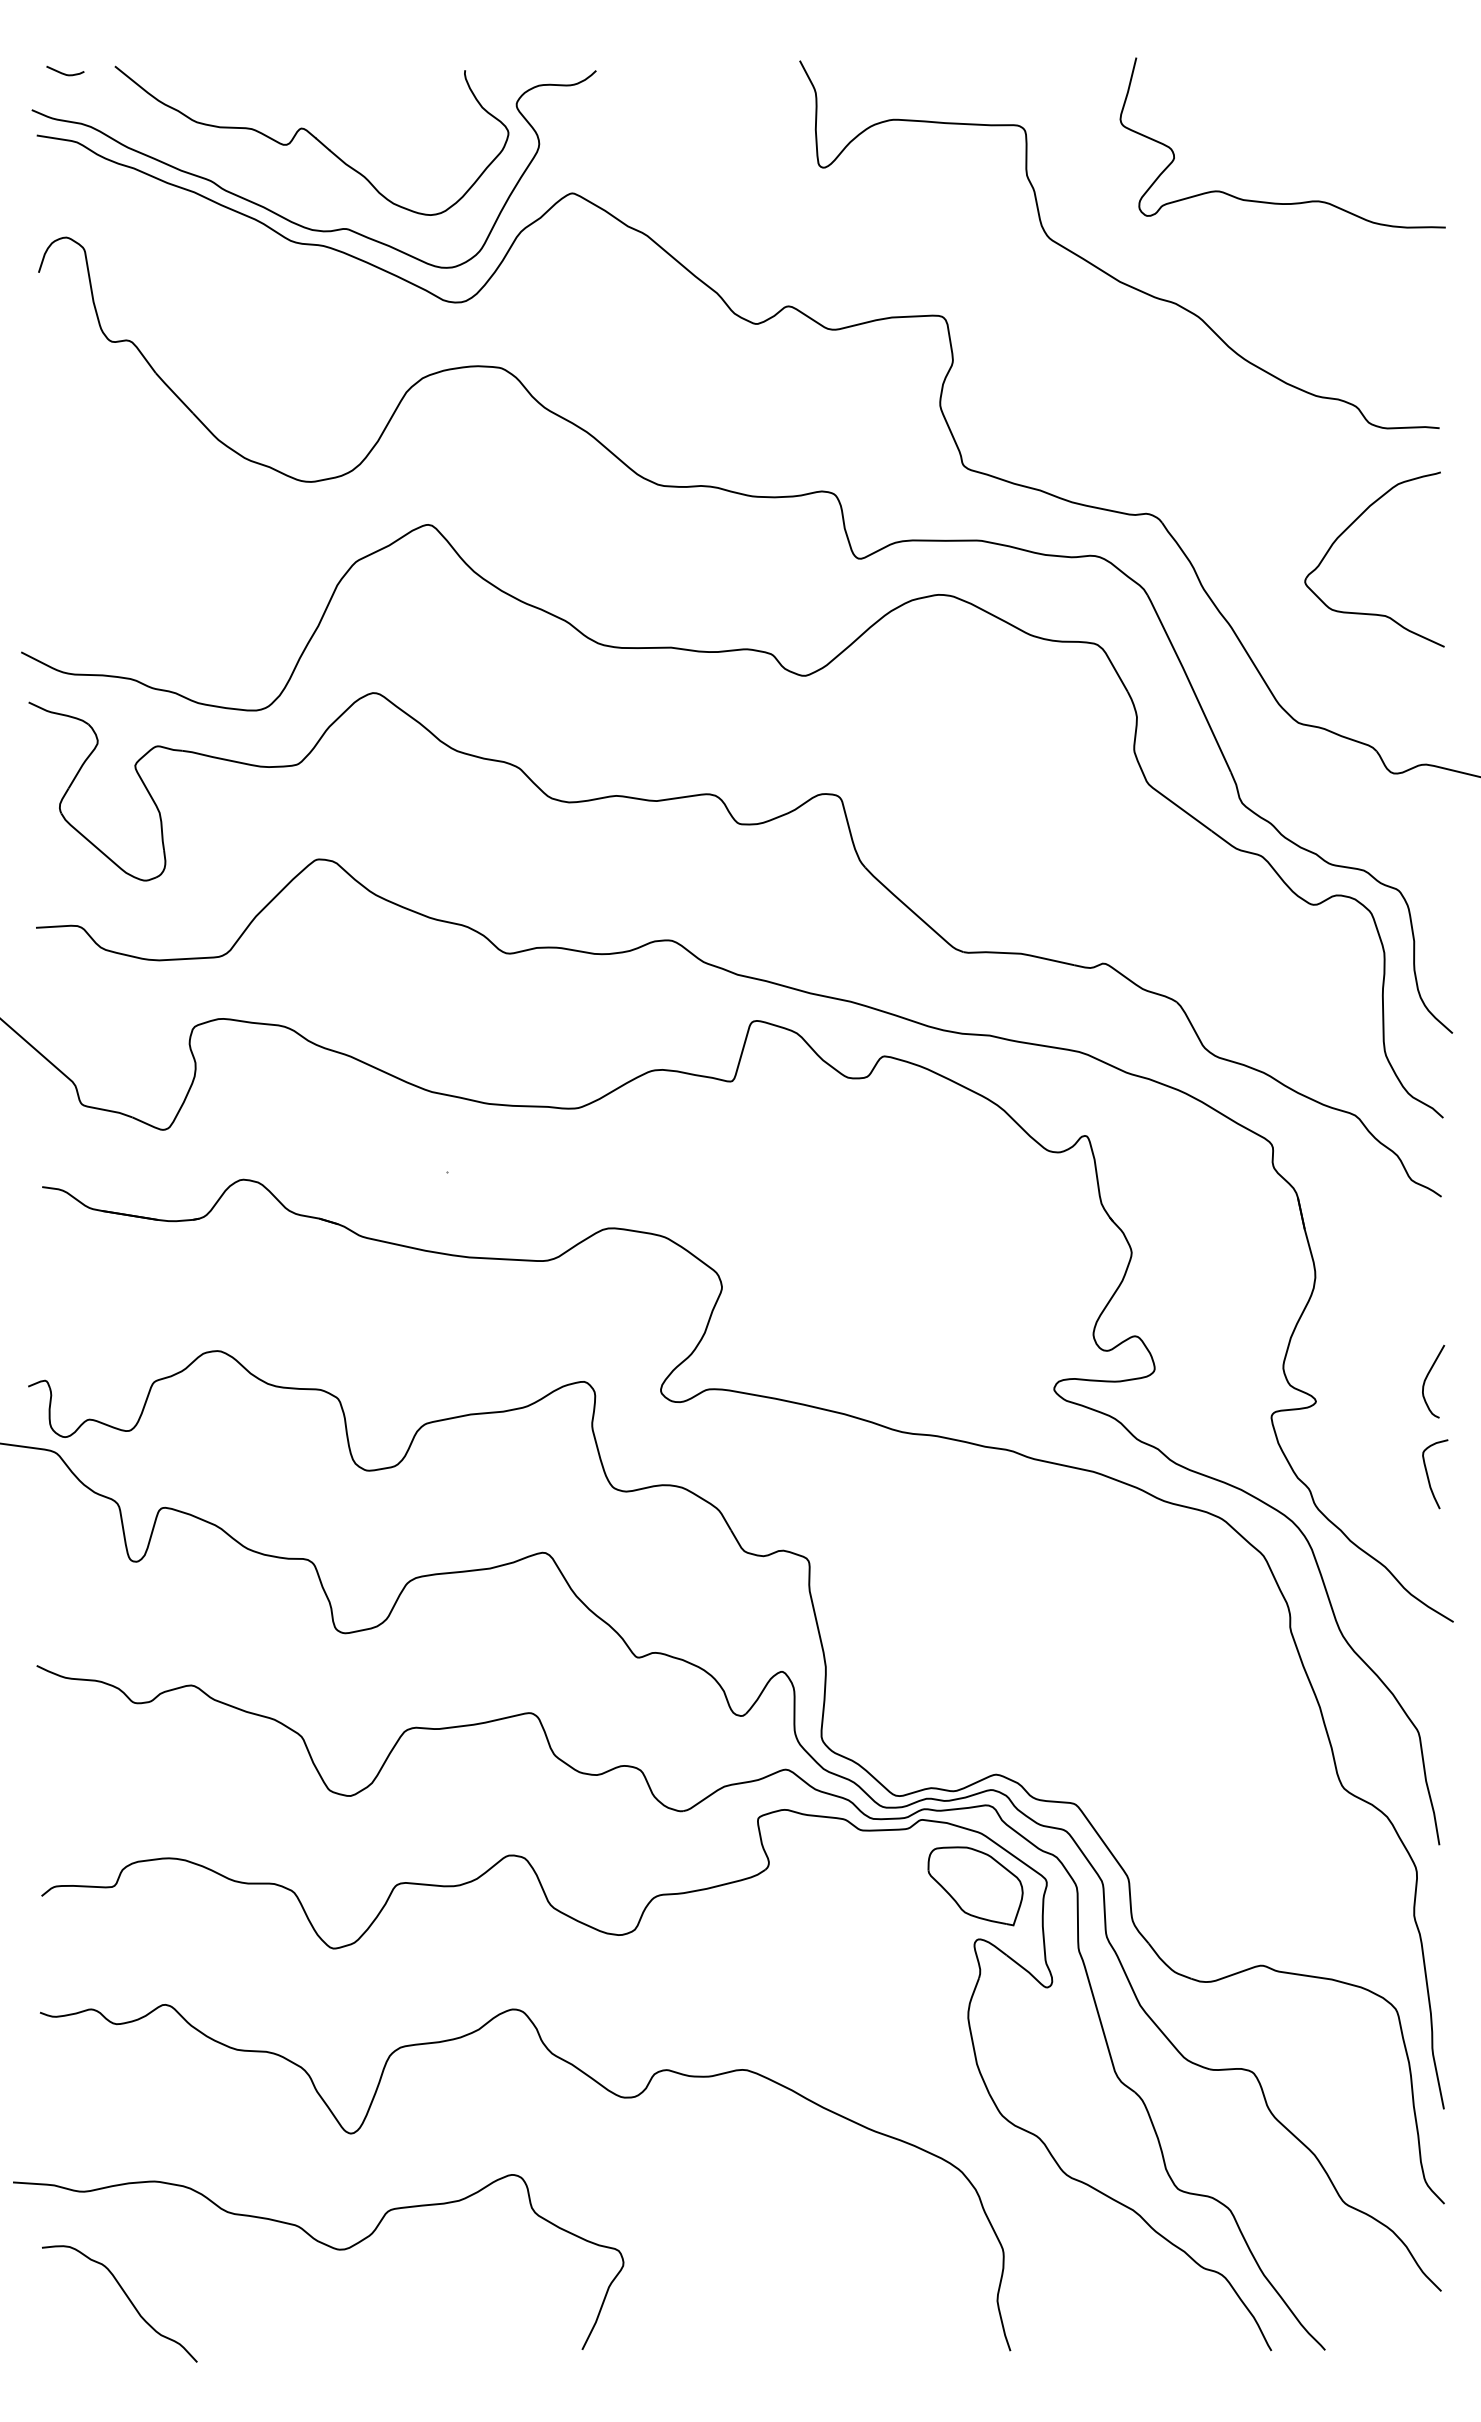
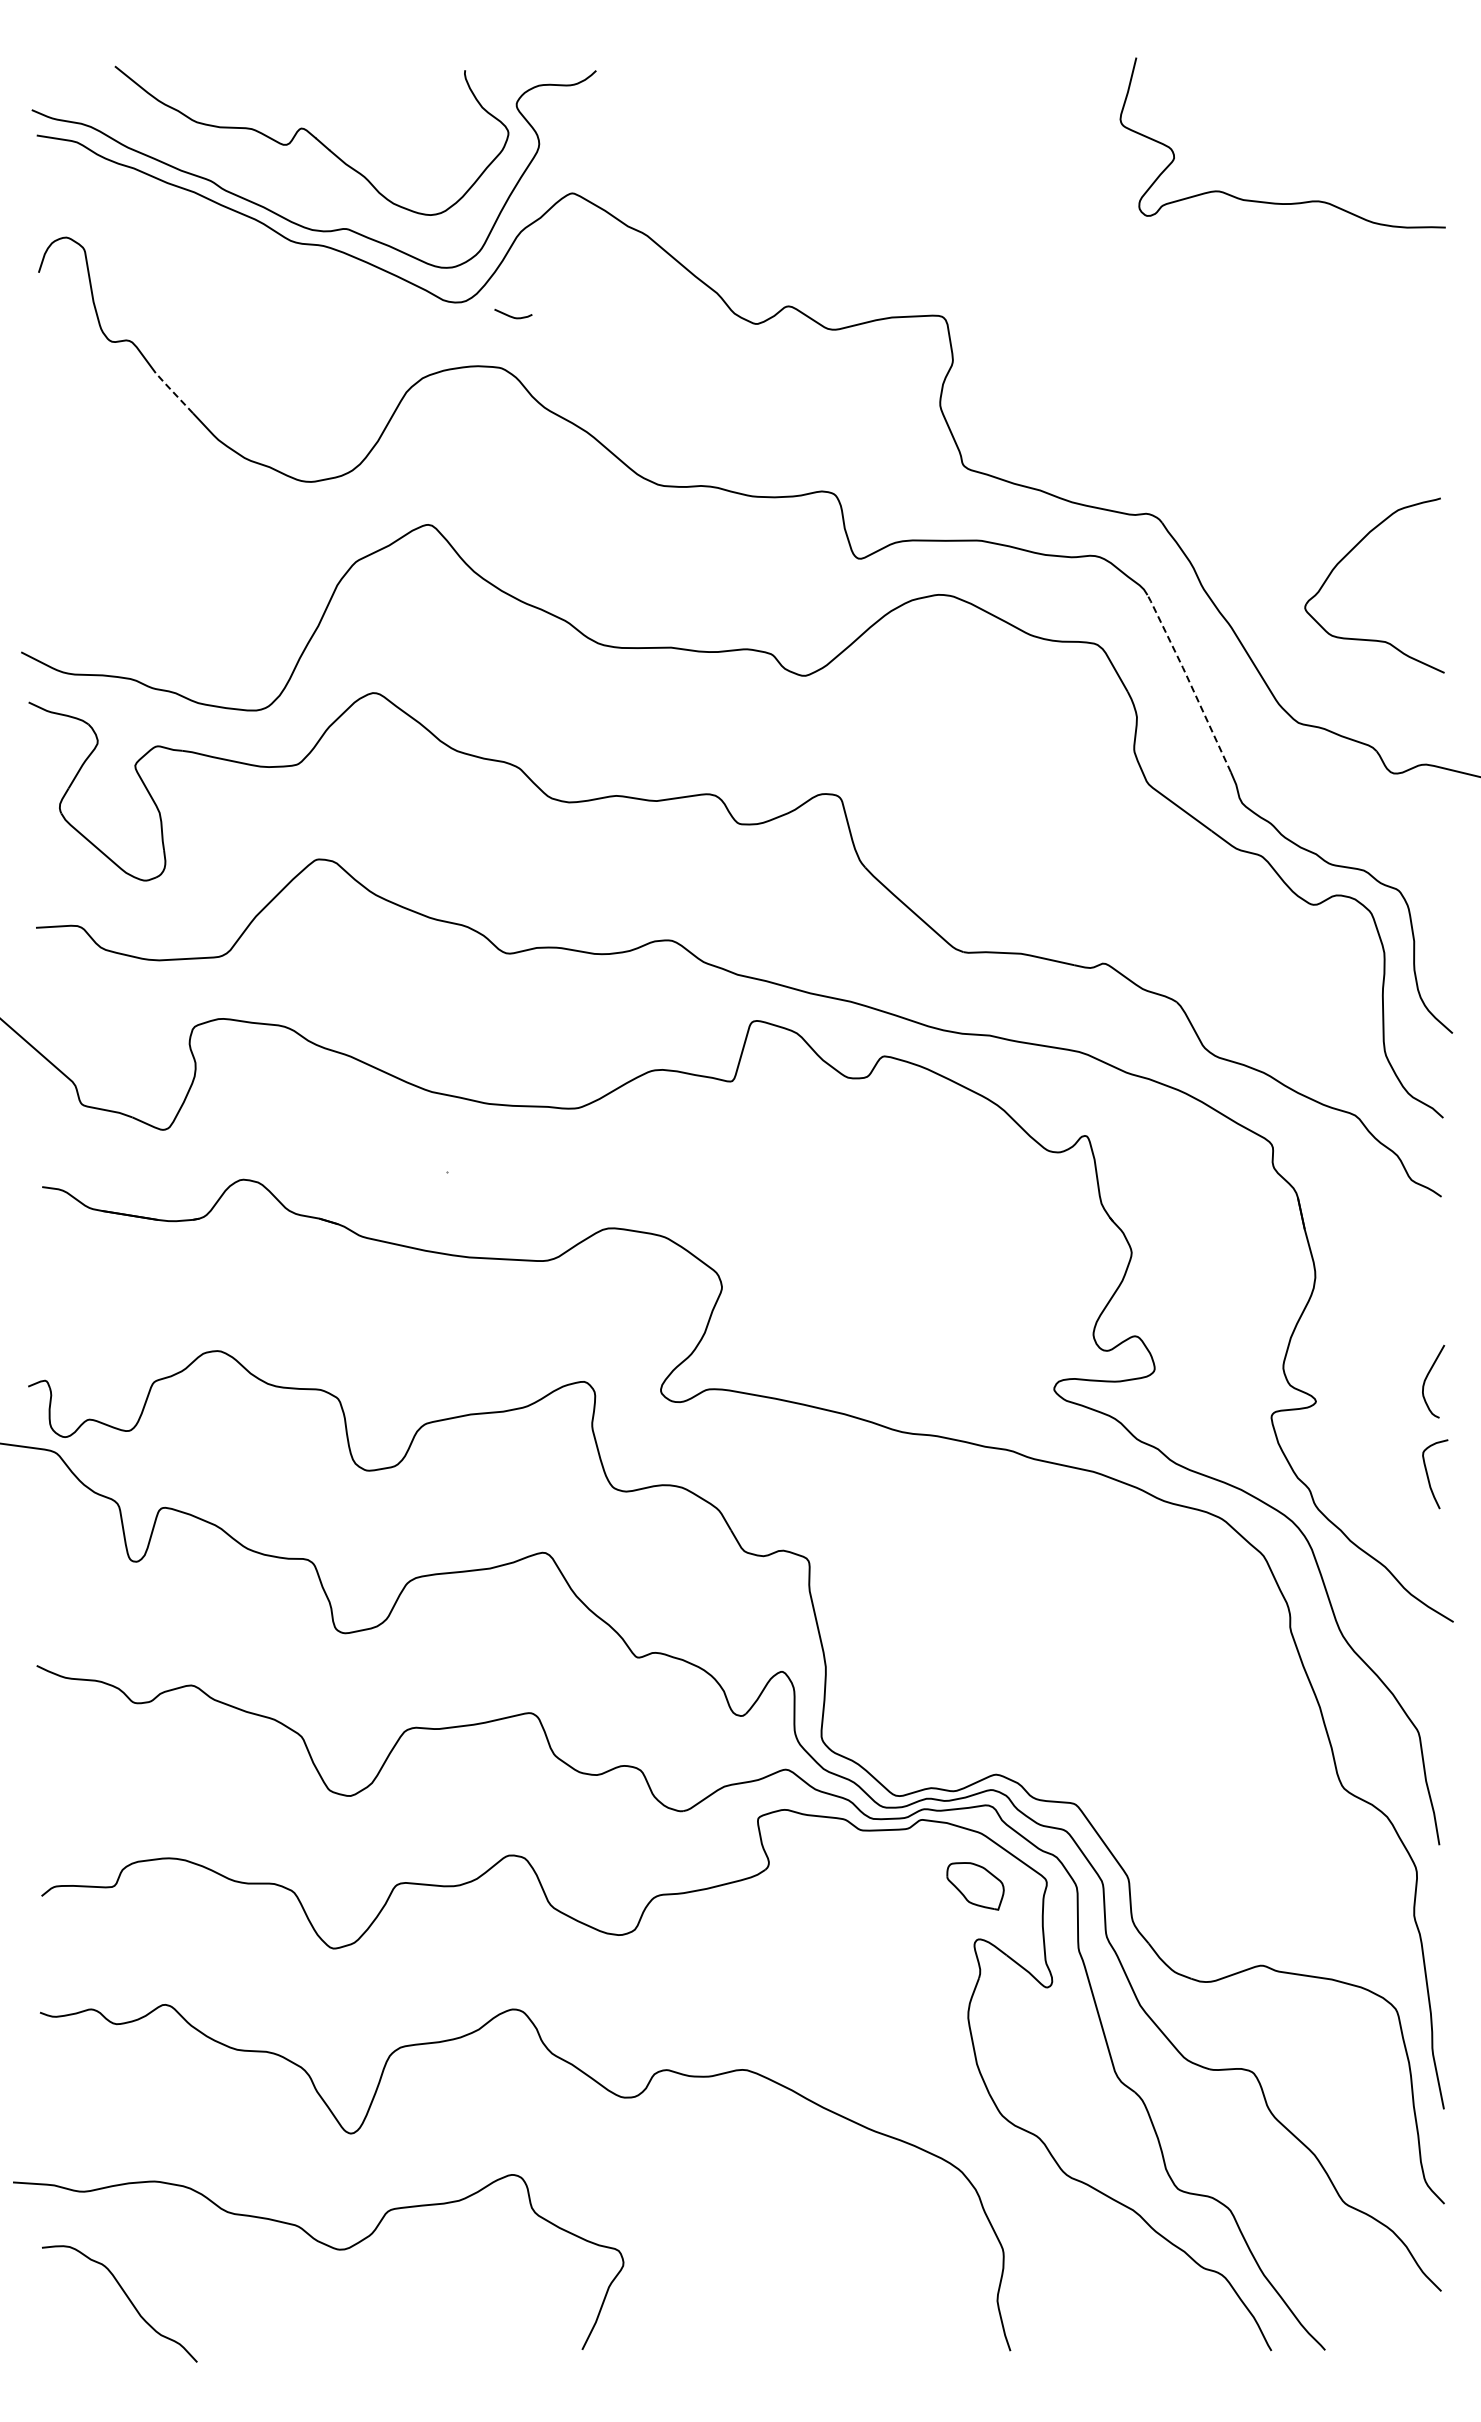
curve at (65, 73) position: (65, 73) -> (513, 316)
curve at (1102, 269): present -> none
line at (173, 392): solid -> dashed
part at (1346, 530) position: (1346, 530) -> (1346, 556)
line at (1189, 681): solid -> dashed
part at (975, 1886) size: 97x81 px -> 59x49 px
